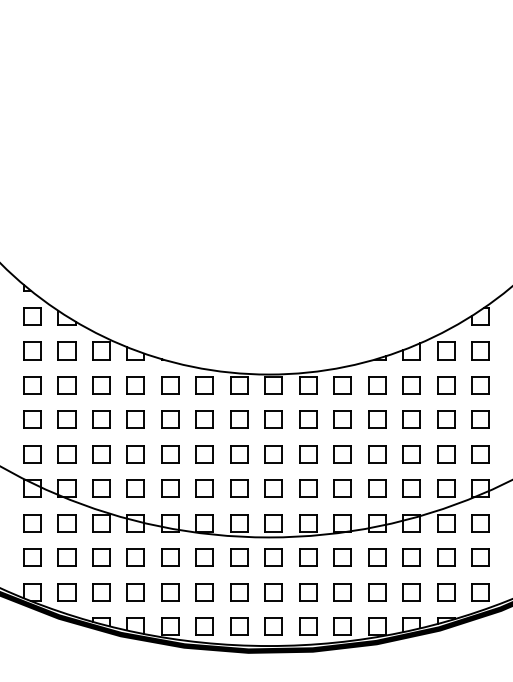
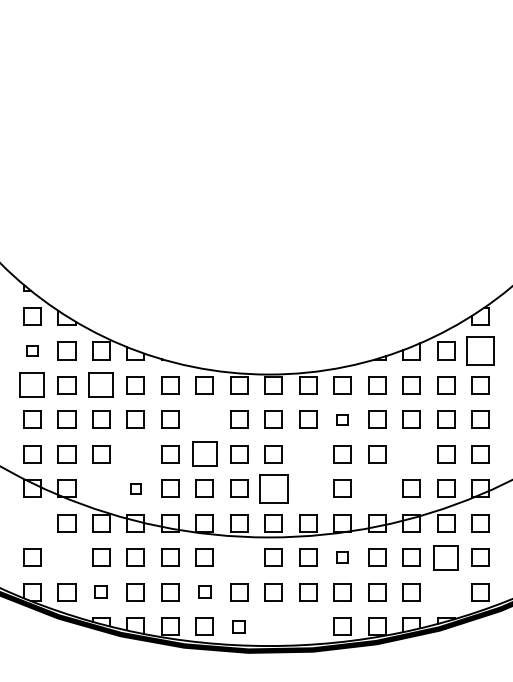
part at (32, 350) size: 19x20 px -> 13x12 px
part at (480, 350) size: 19x20 px -> 29x30 px
part at (32, 385) size: 19x19 px -> 26x26 px
part at (101, 385) size: 19x19 px -> 26x26 px
part at (204, 419): present -> none
part at (342, 419) size: 19x19 px -> 13x12 px
part at (135, 454): present -> none
part at (204, 454) size: 19x19 px -> 26x26 px
part at (308, 454): present -> none
part at (411, 454): present -> none
part at (101, 488): present -> none
part at (135, 488) size: 19x19 px -> 12x12 px
part at (273, 488) size: 19x19 px -> 30x30 px
part at (308, 488): present -> none
part at (377, 488): present -> none
part at (32, 523): present -> none
part at (66, 557): present -> none
part at (239, 557): present -> none
part at (342, 557) size: 19x19 px -> 13x13 px
part at (446, 557) size: 19x19 px -> 26x26 px
part at (101, 592) size: 19x19 px -> 14x14 px
part at (204, 592) size: 19x19 px -> 14x14 px
part at (446, 592): present -> none
part at (239, 626) size: 19x19 px -> 14x14 px
part at (273, 626): present -> none
part at (308, 626): present -> none
